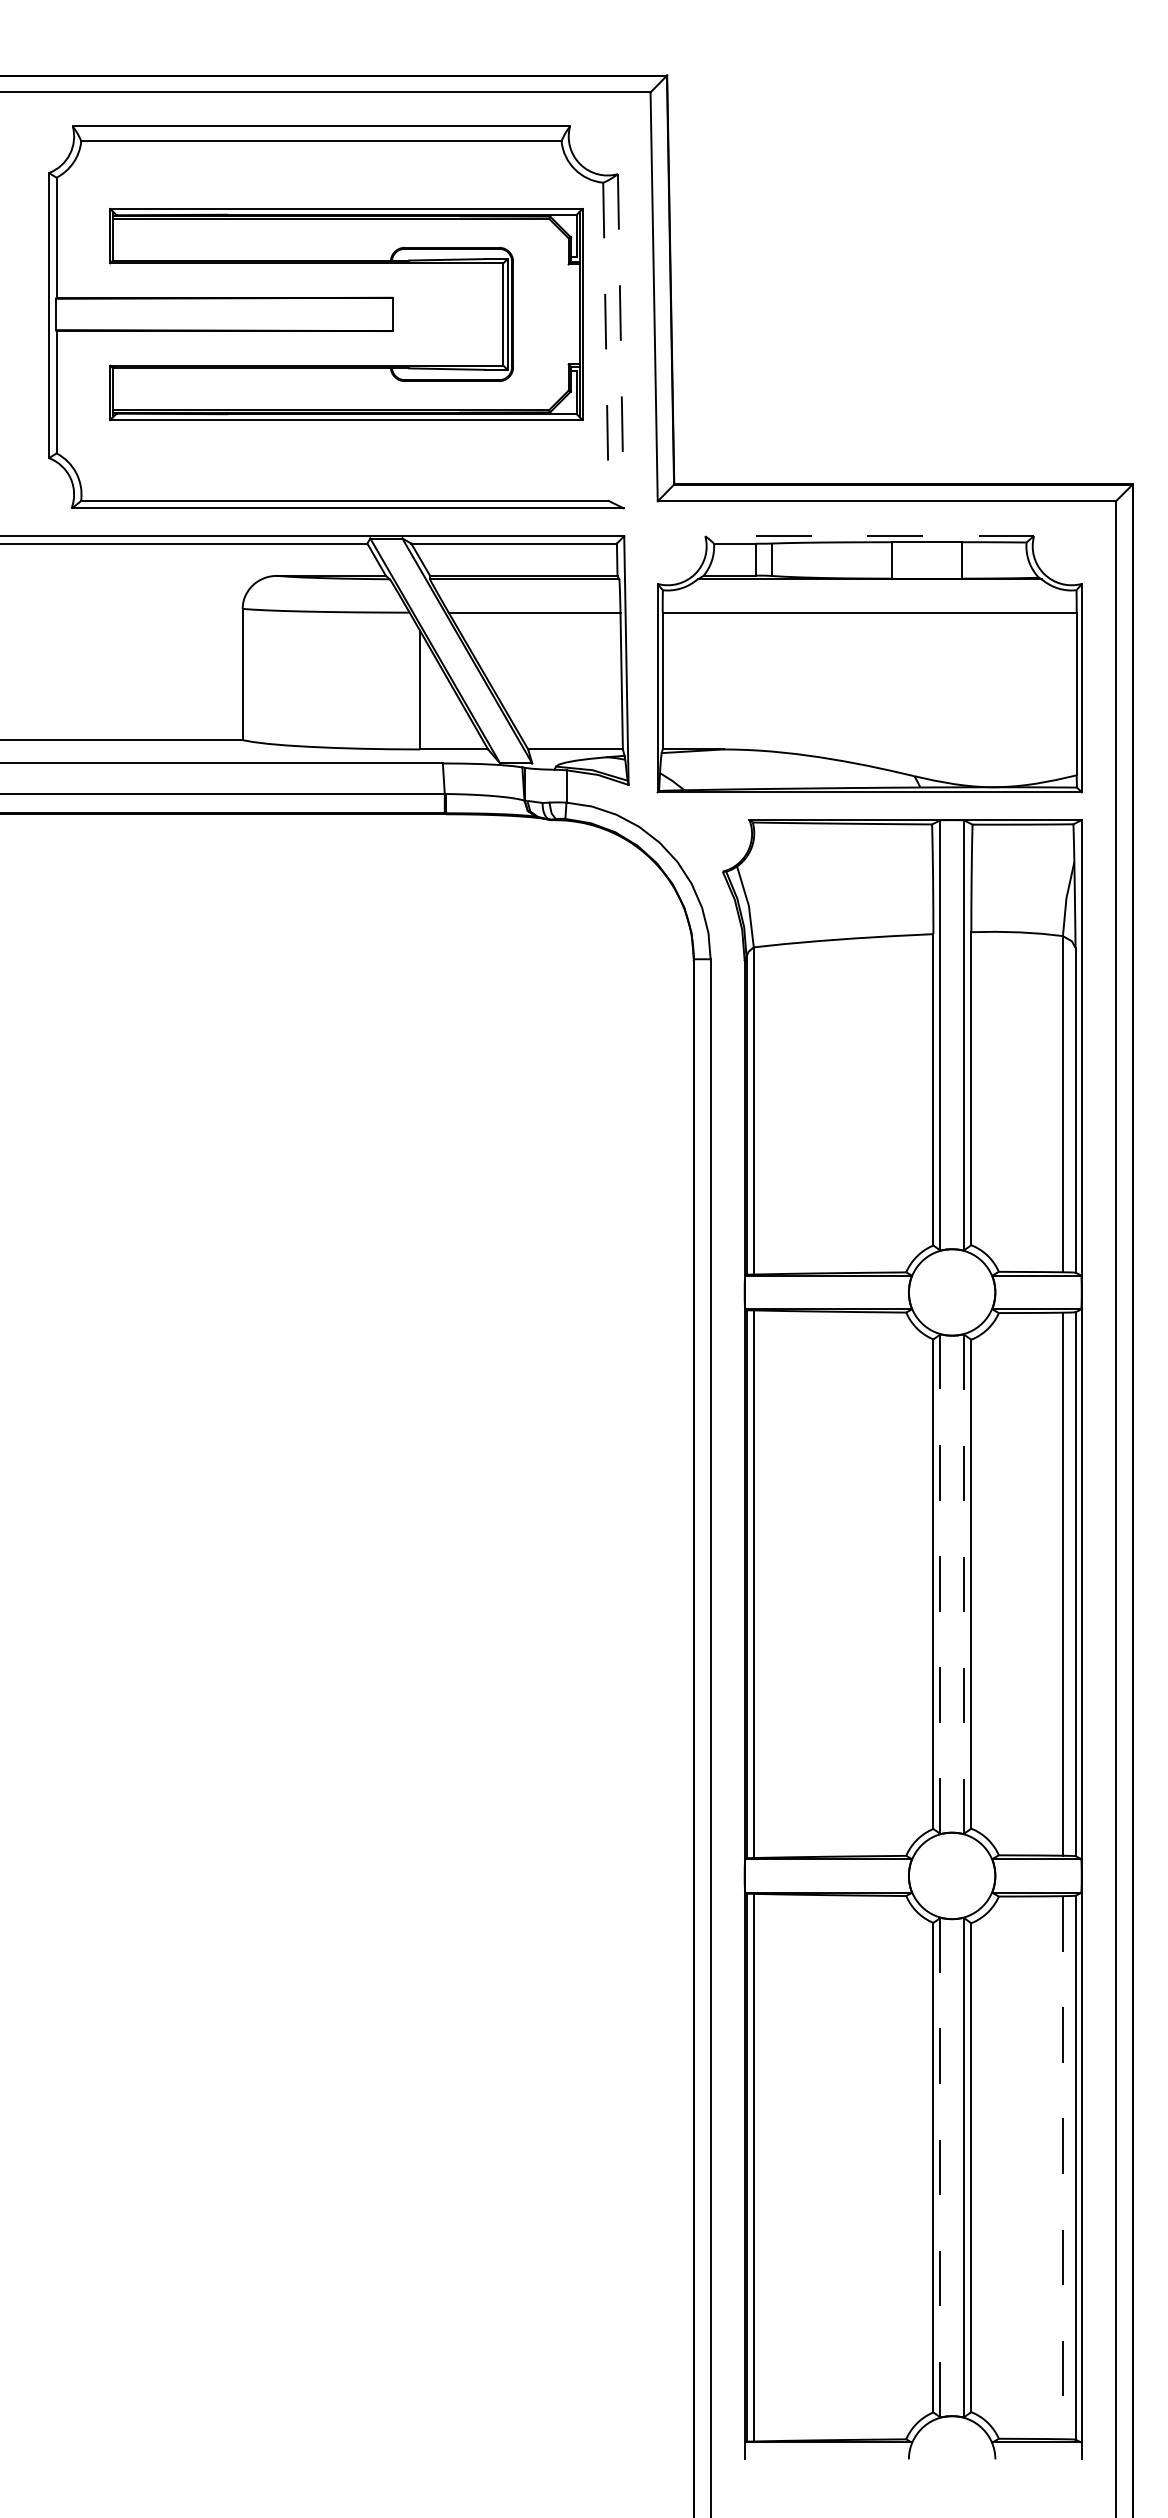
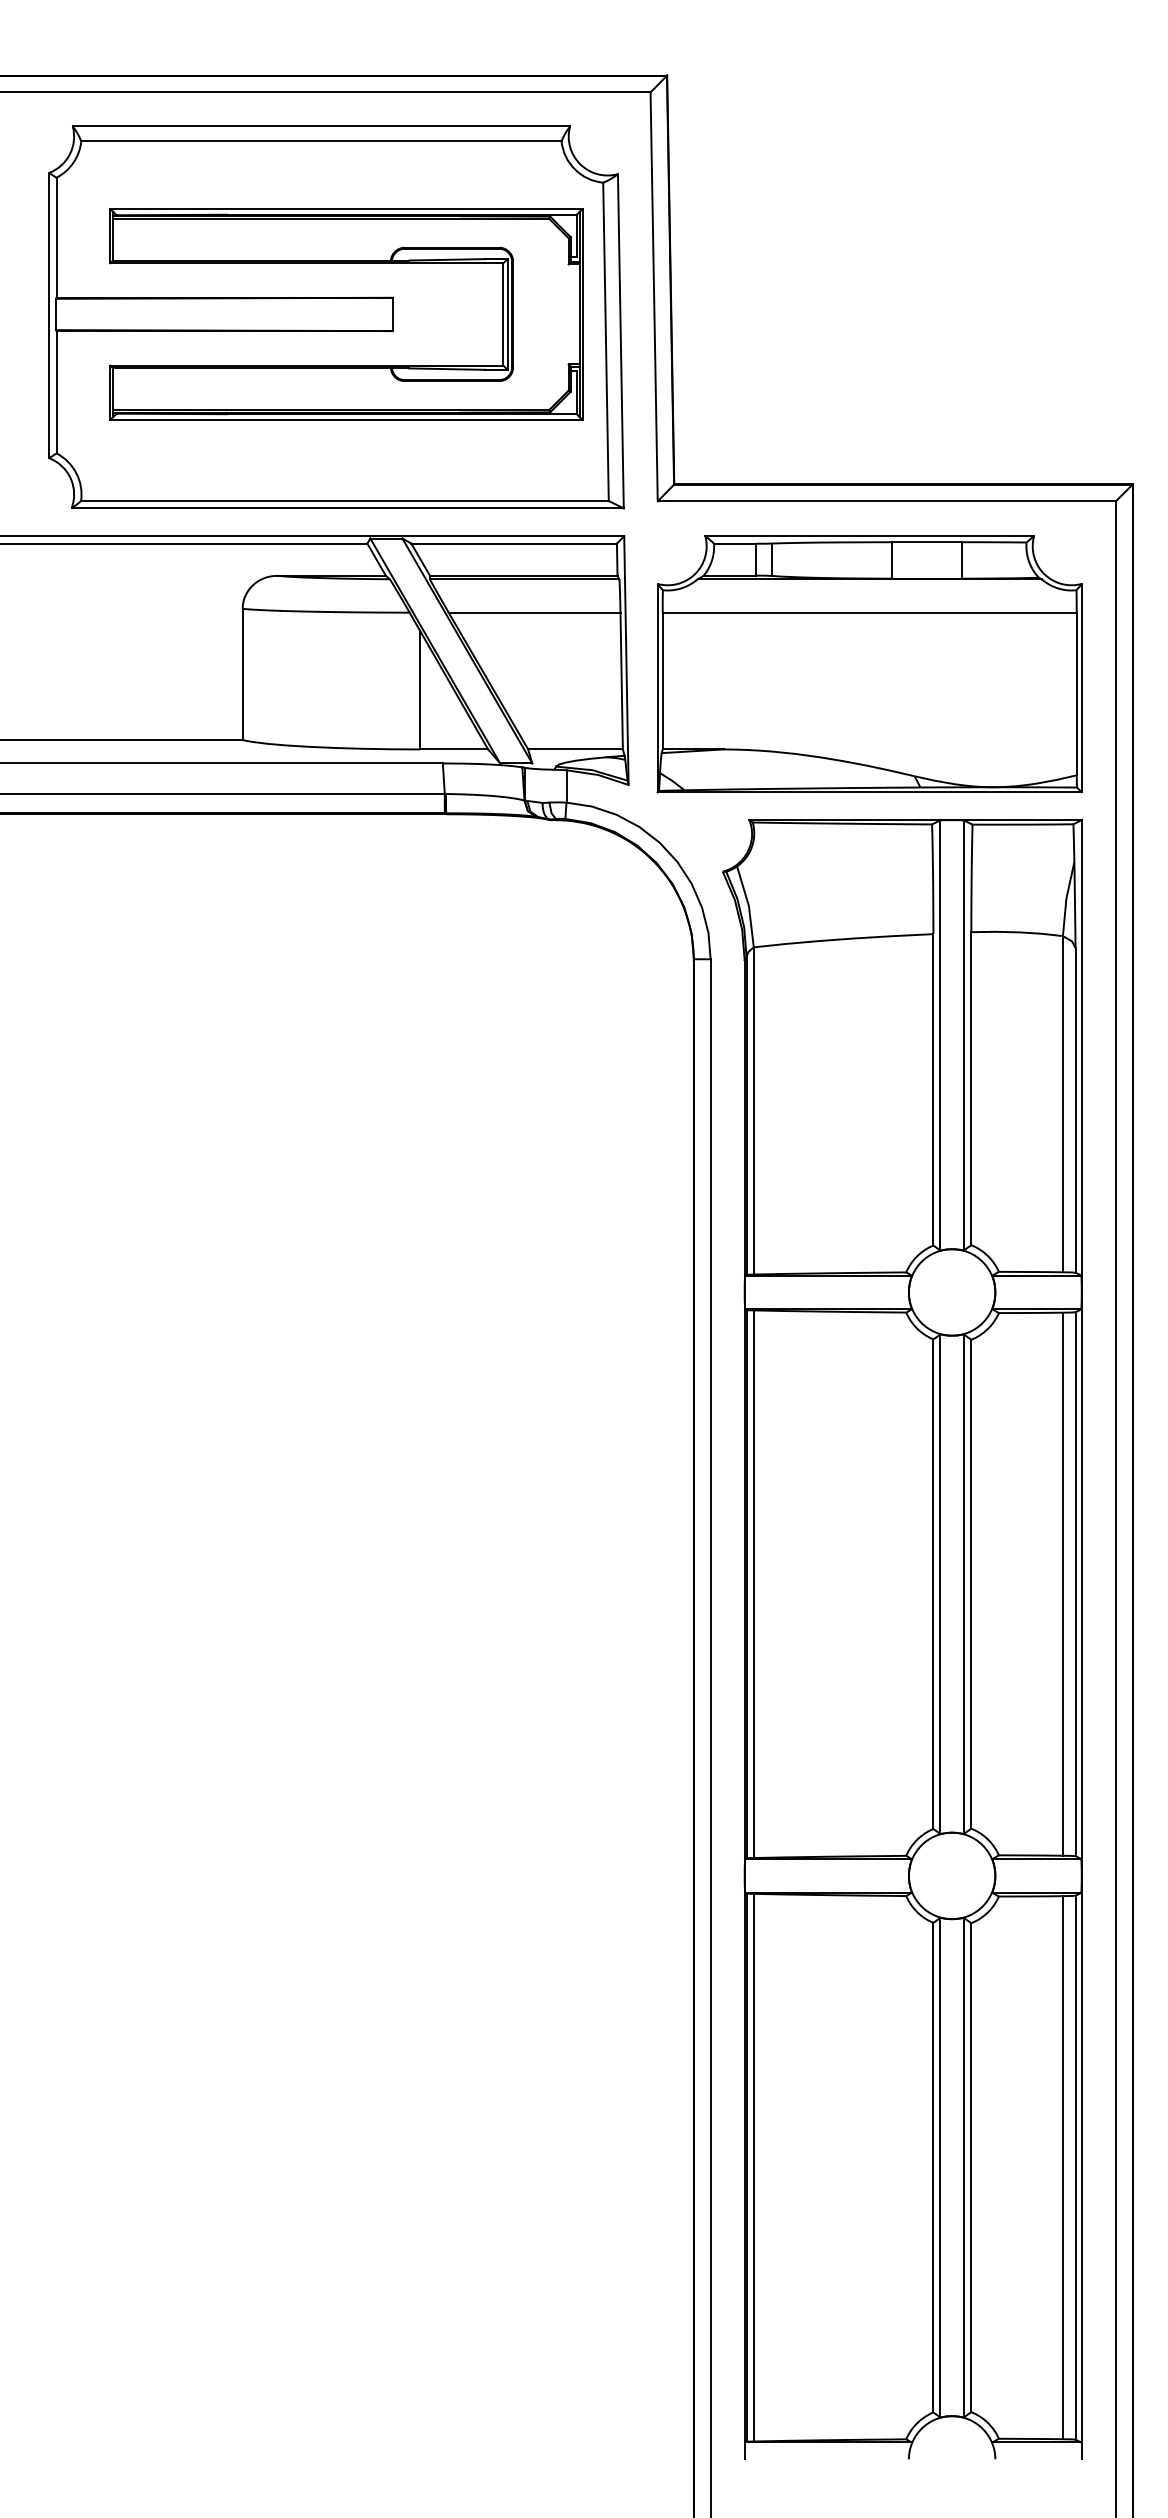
line at (620, 341): dashed -> solid
line at (606, 342): dashed -> solid
line at (869, 536): dashed -> solid
line at (940, 1584): dashed -> solid
line at (963, 1584): dashed -> solid
line at (940, 2167): dashed -> solid
line at (1062, 2167): dashed -> solid
